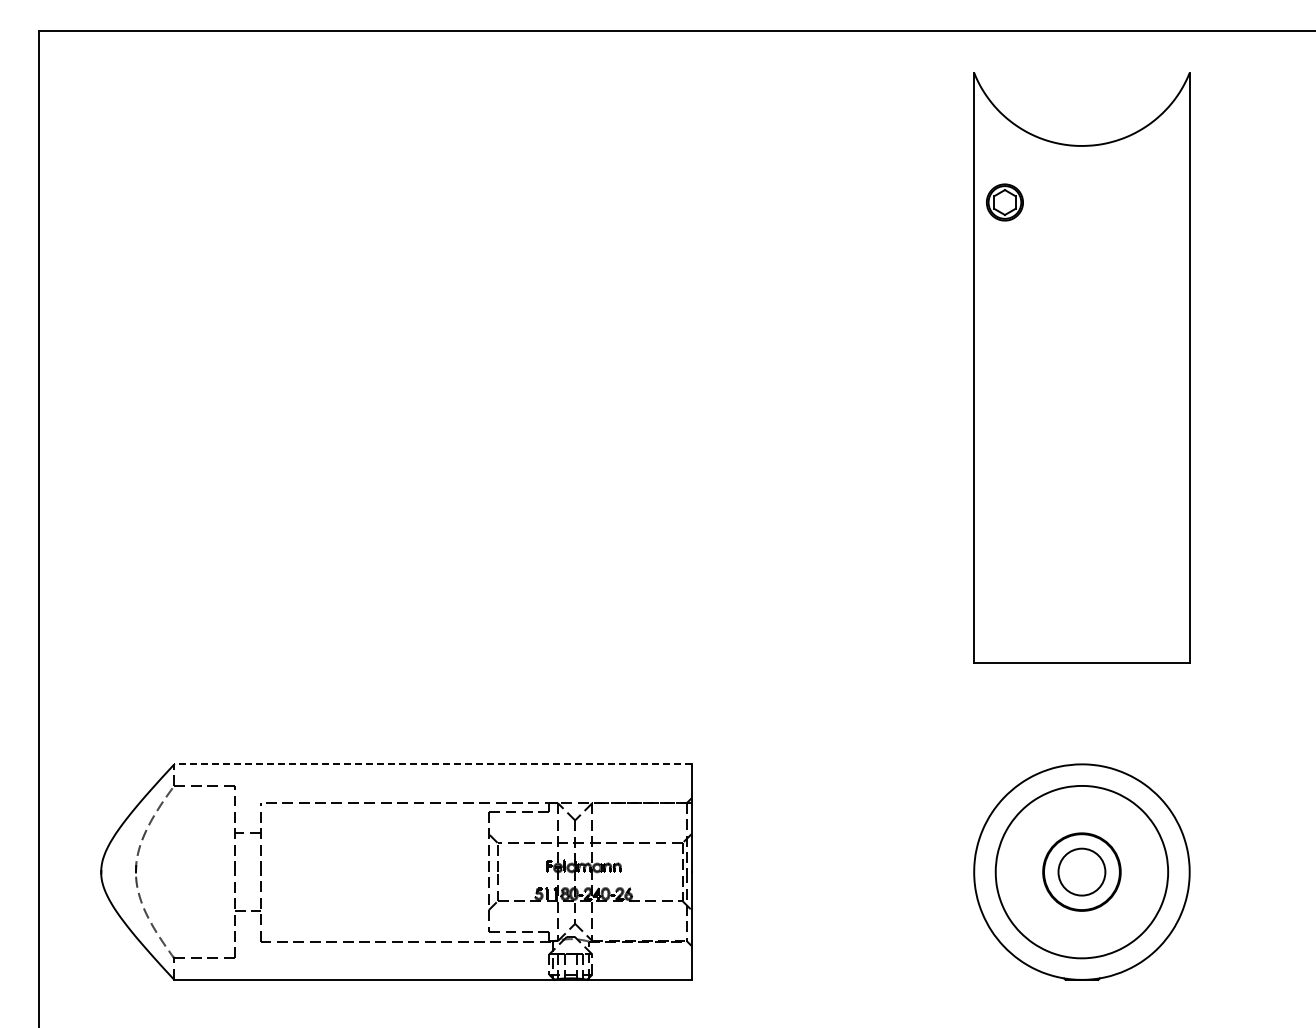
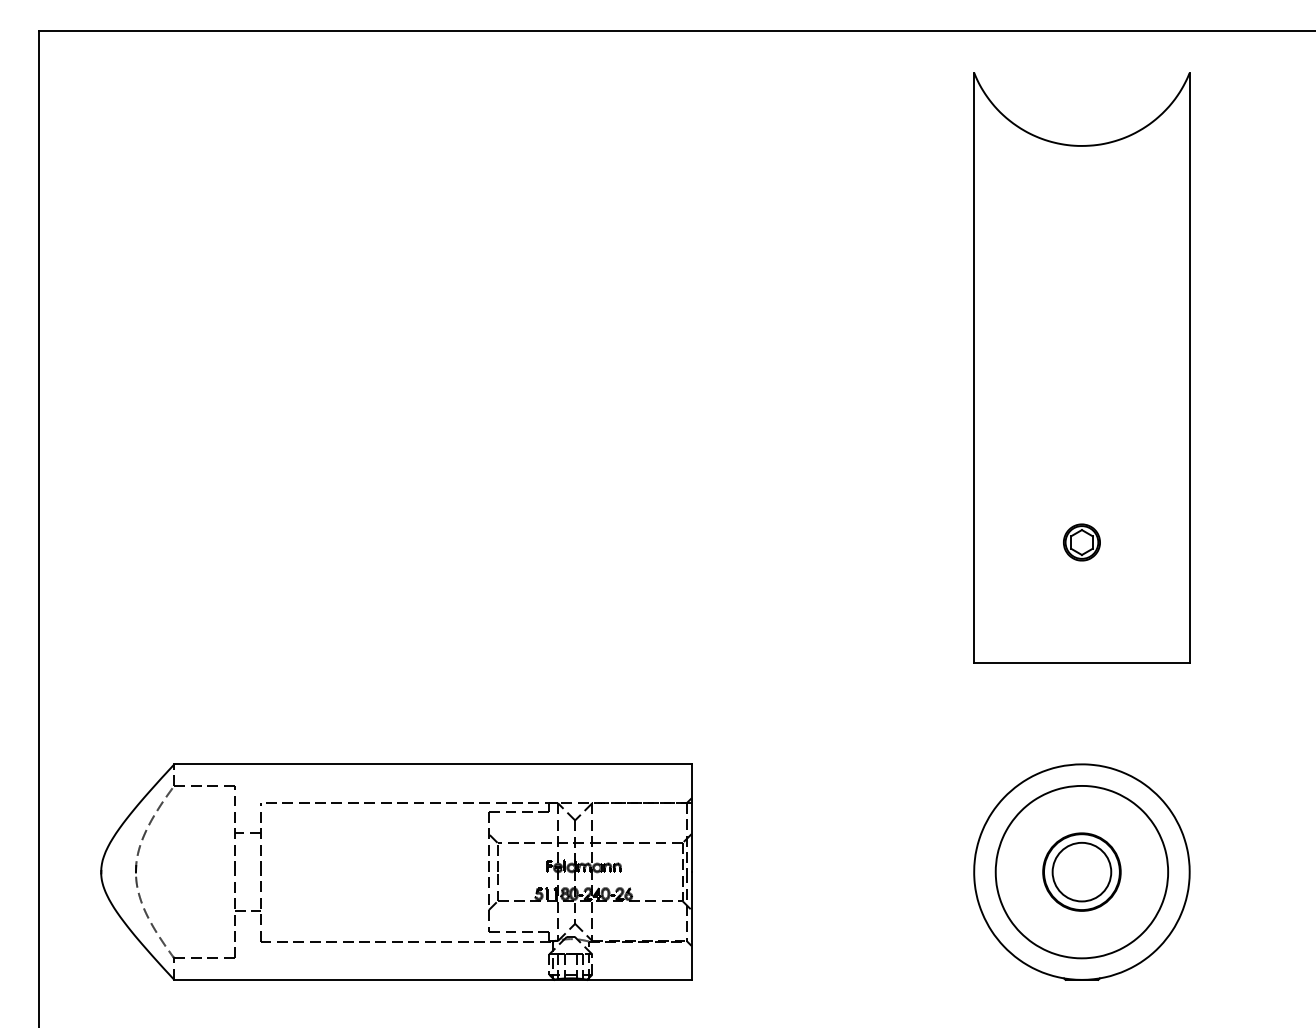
part at (1004, 202) position: (1004, 202) -> (1081, 542)
line at (432, 764): dashed -> solid
circle at (1081, 871) diameter: 47 px -> 59 px
